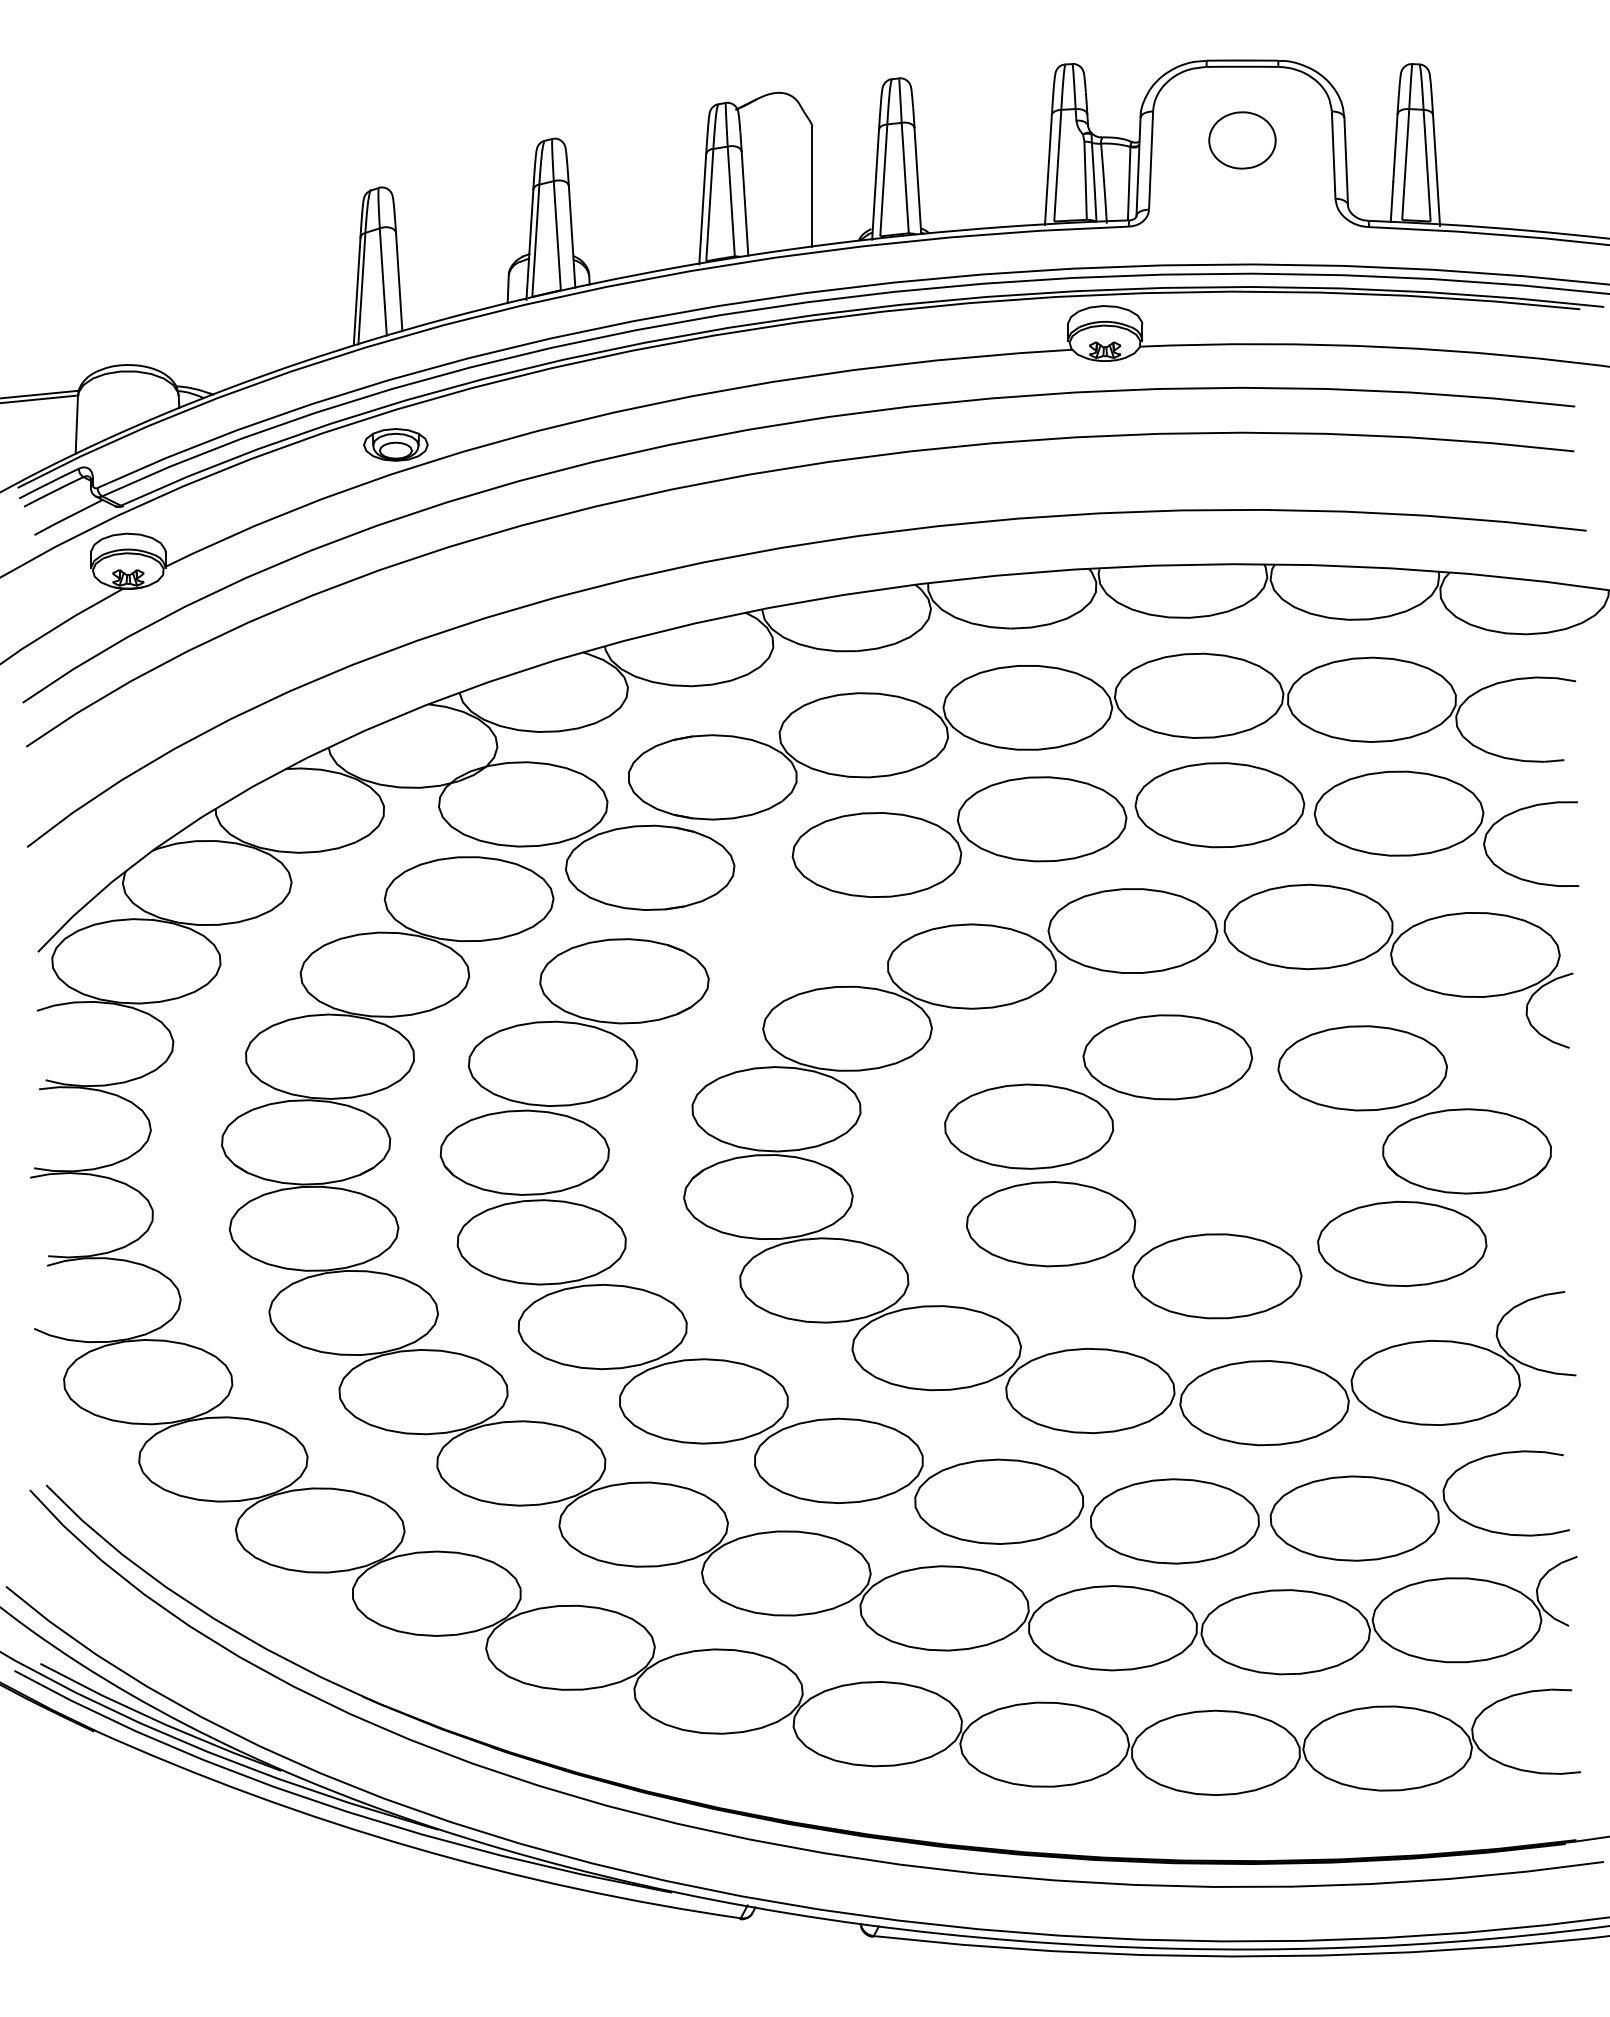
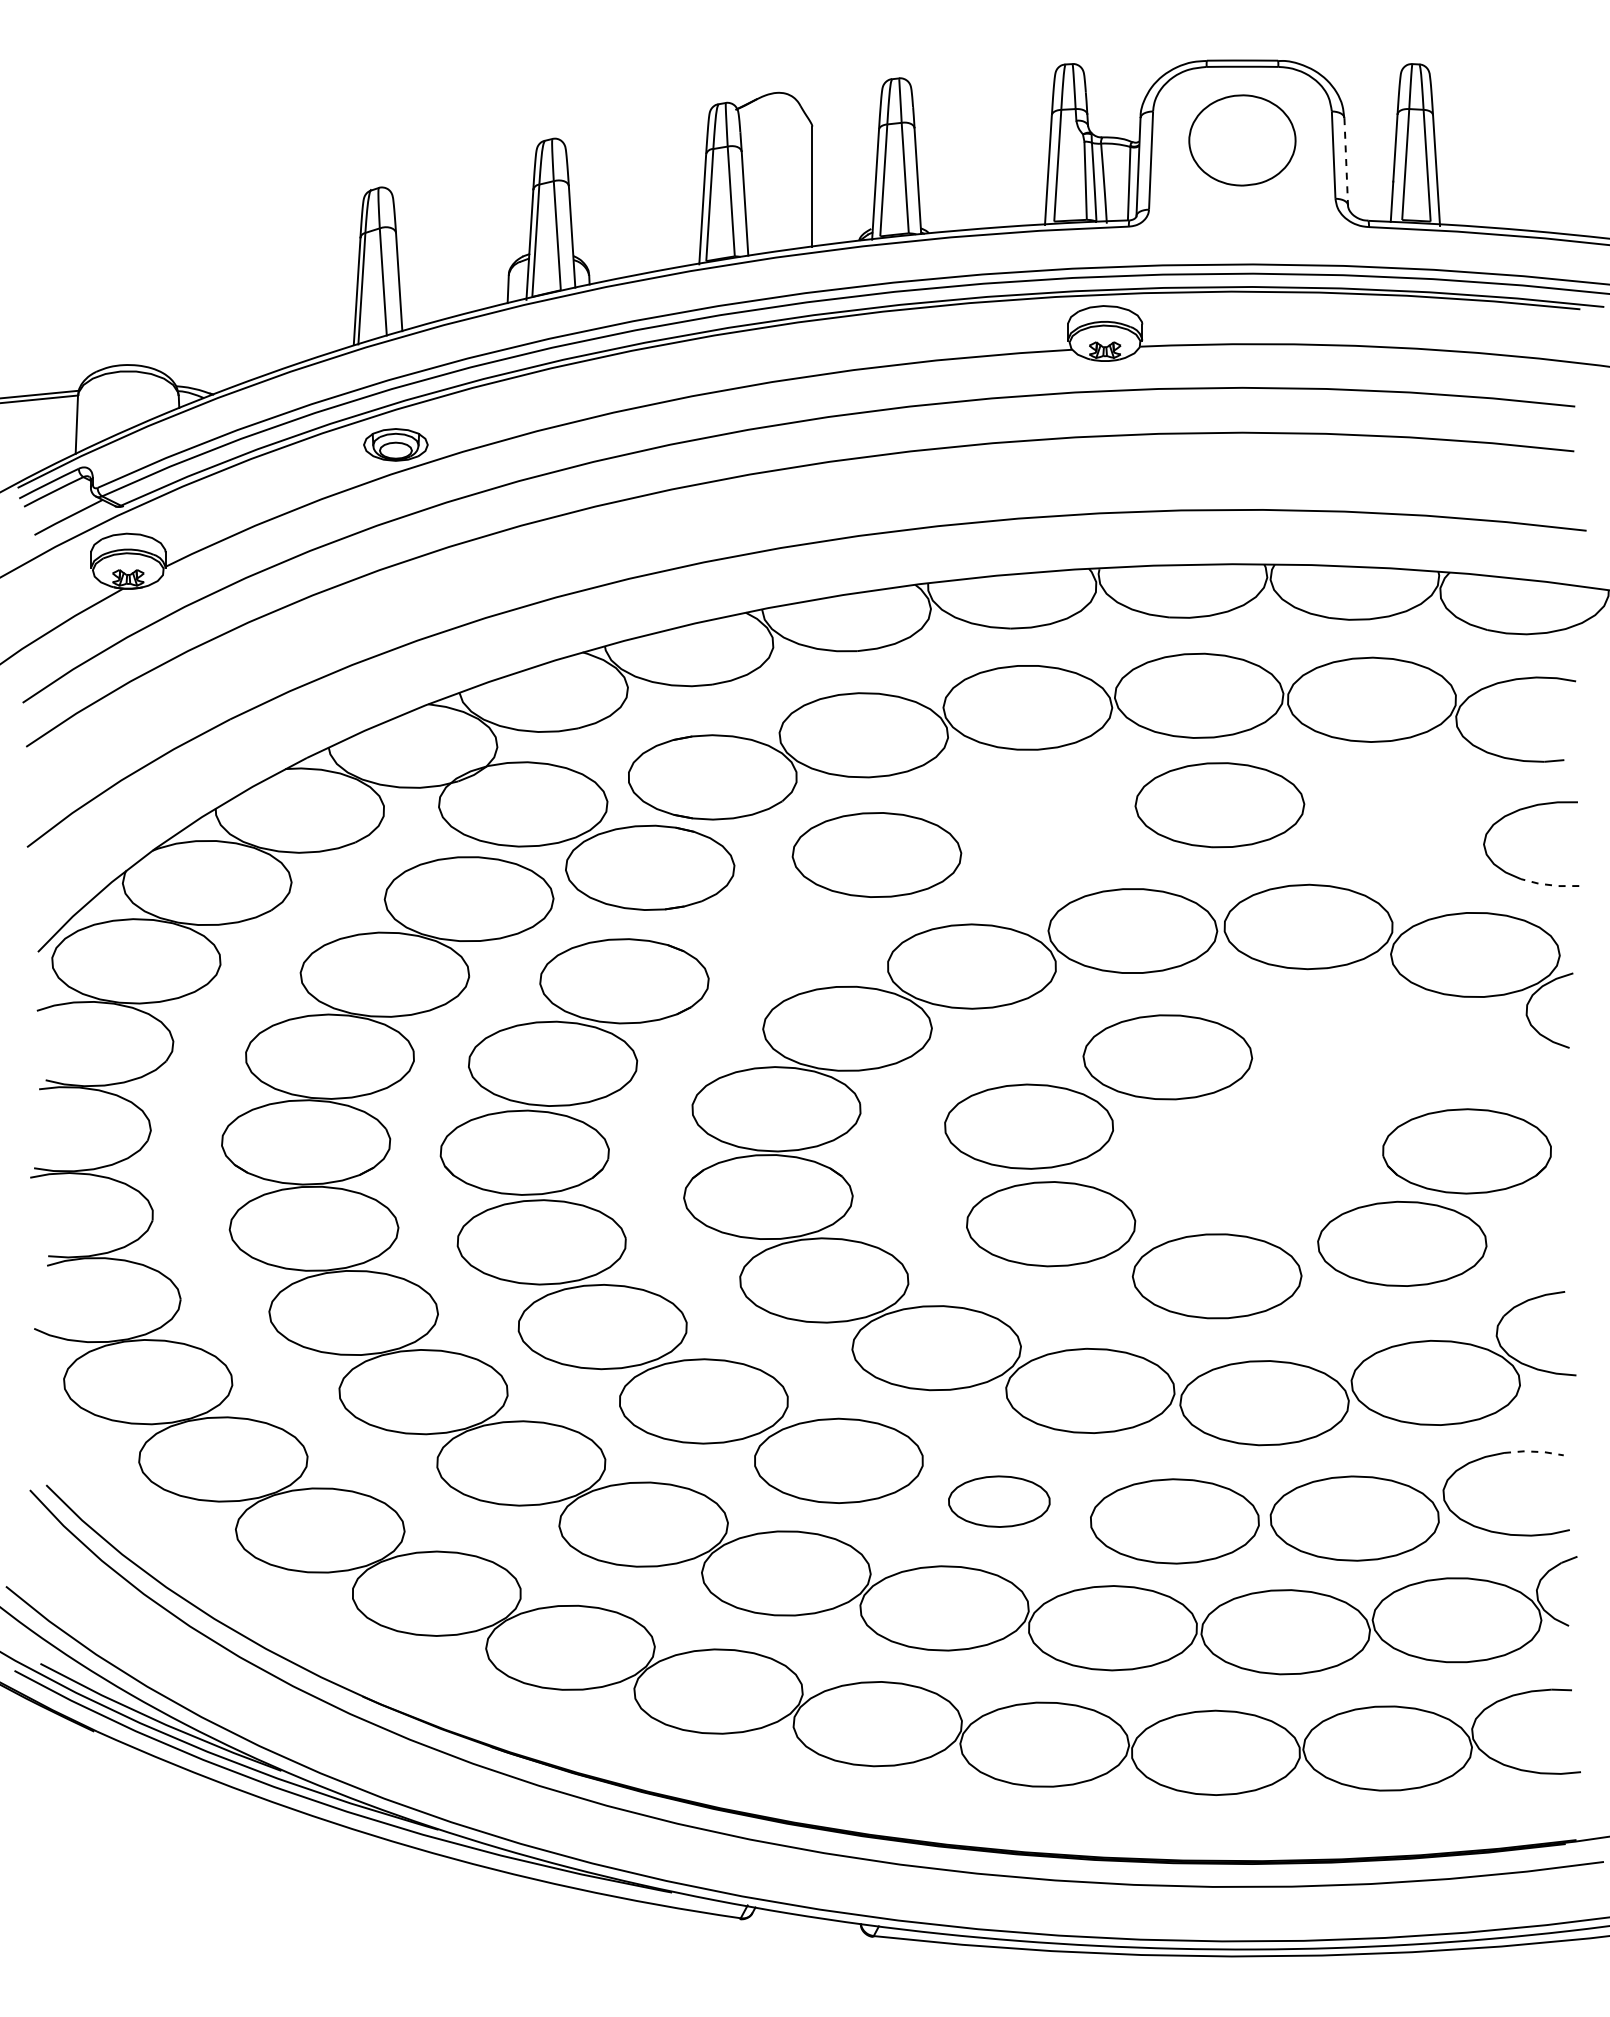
part at (1242, 140) size: 69x59 px -> 109x93 px
line at (1346, 161): solid -> dashed
part at (1398, 813): present -> none
part at (1042, 819): present -> none
line at (1549, 885): solid -> dashed
part at (1362, 1068): present -> none
line at (1533, 1451): solid -> dashed
part at (999, 1501) size: 171x87 px -> 103x53 px
